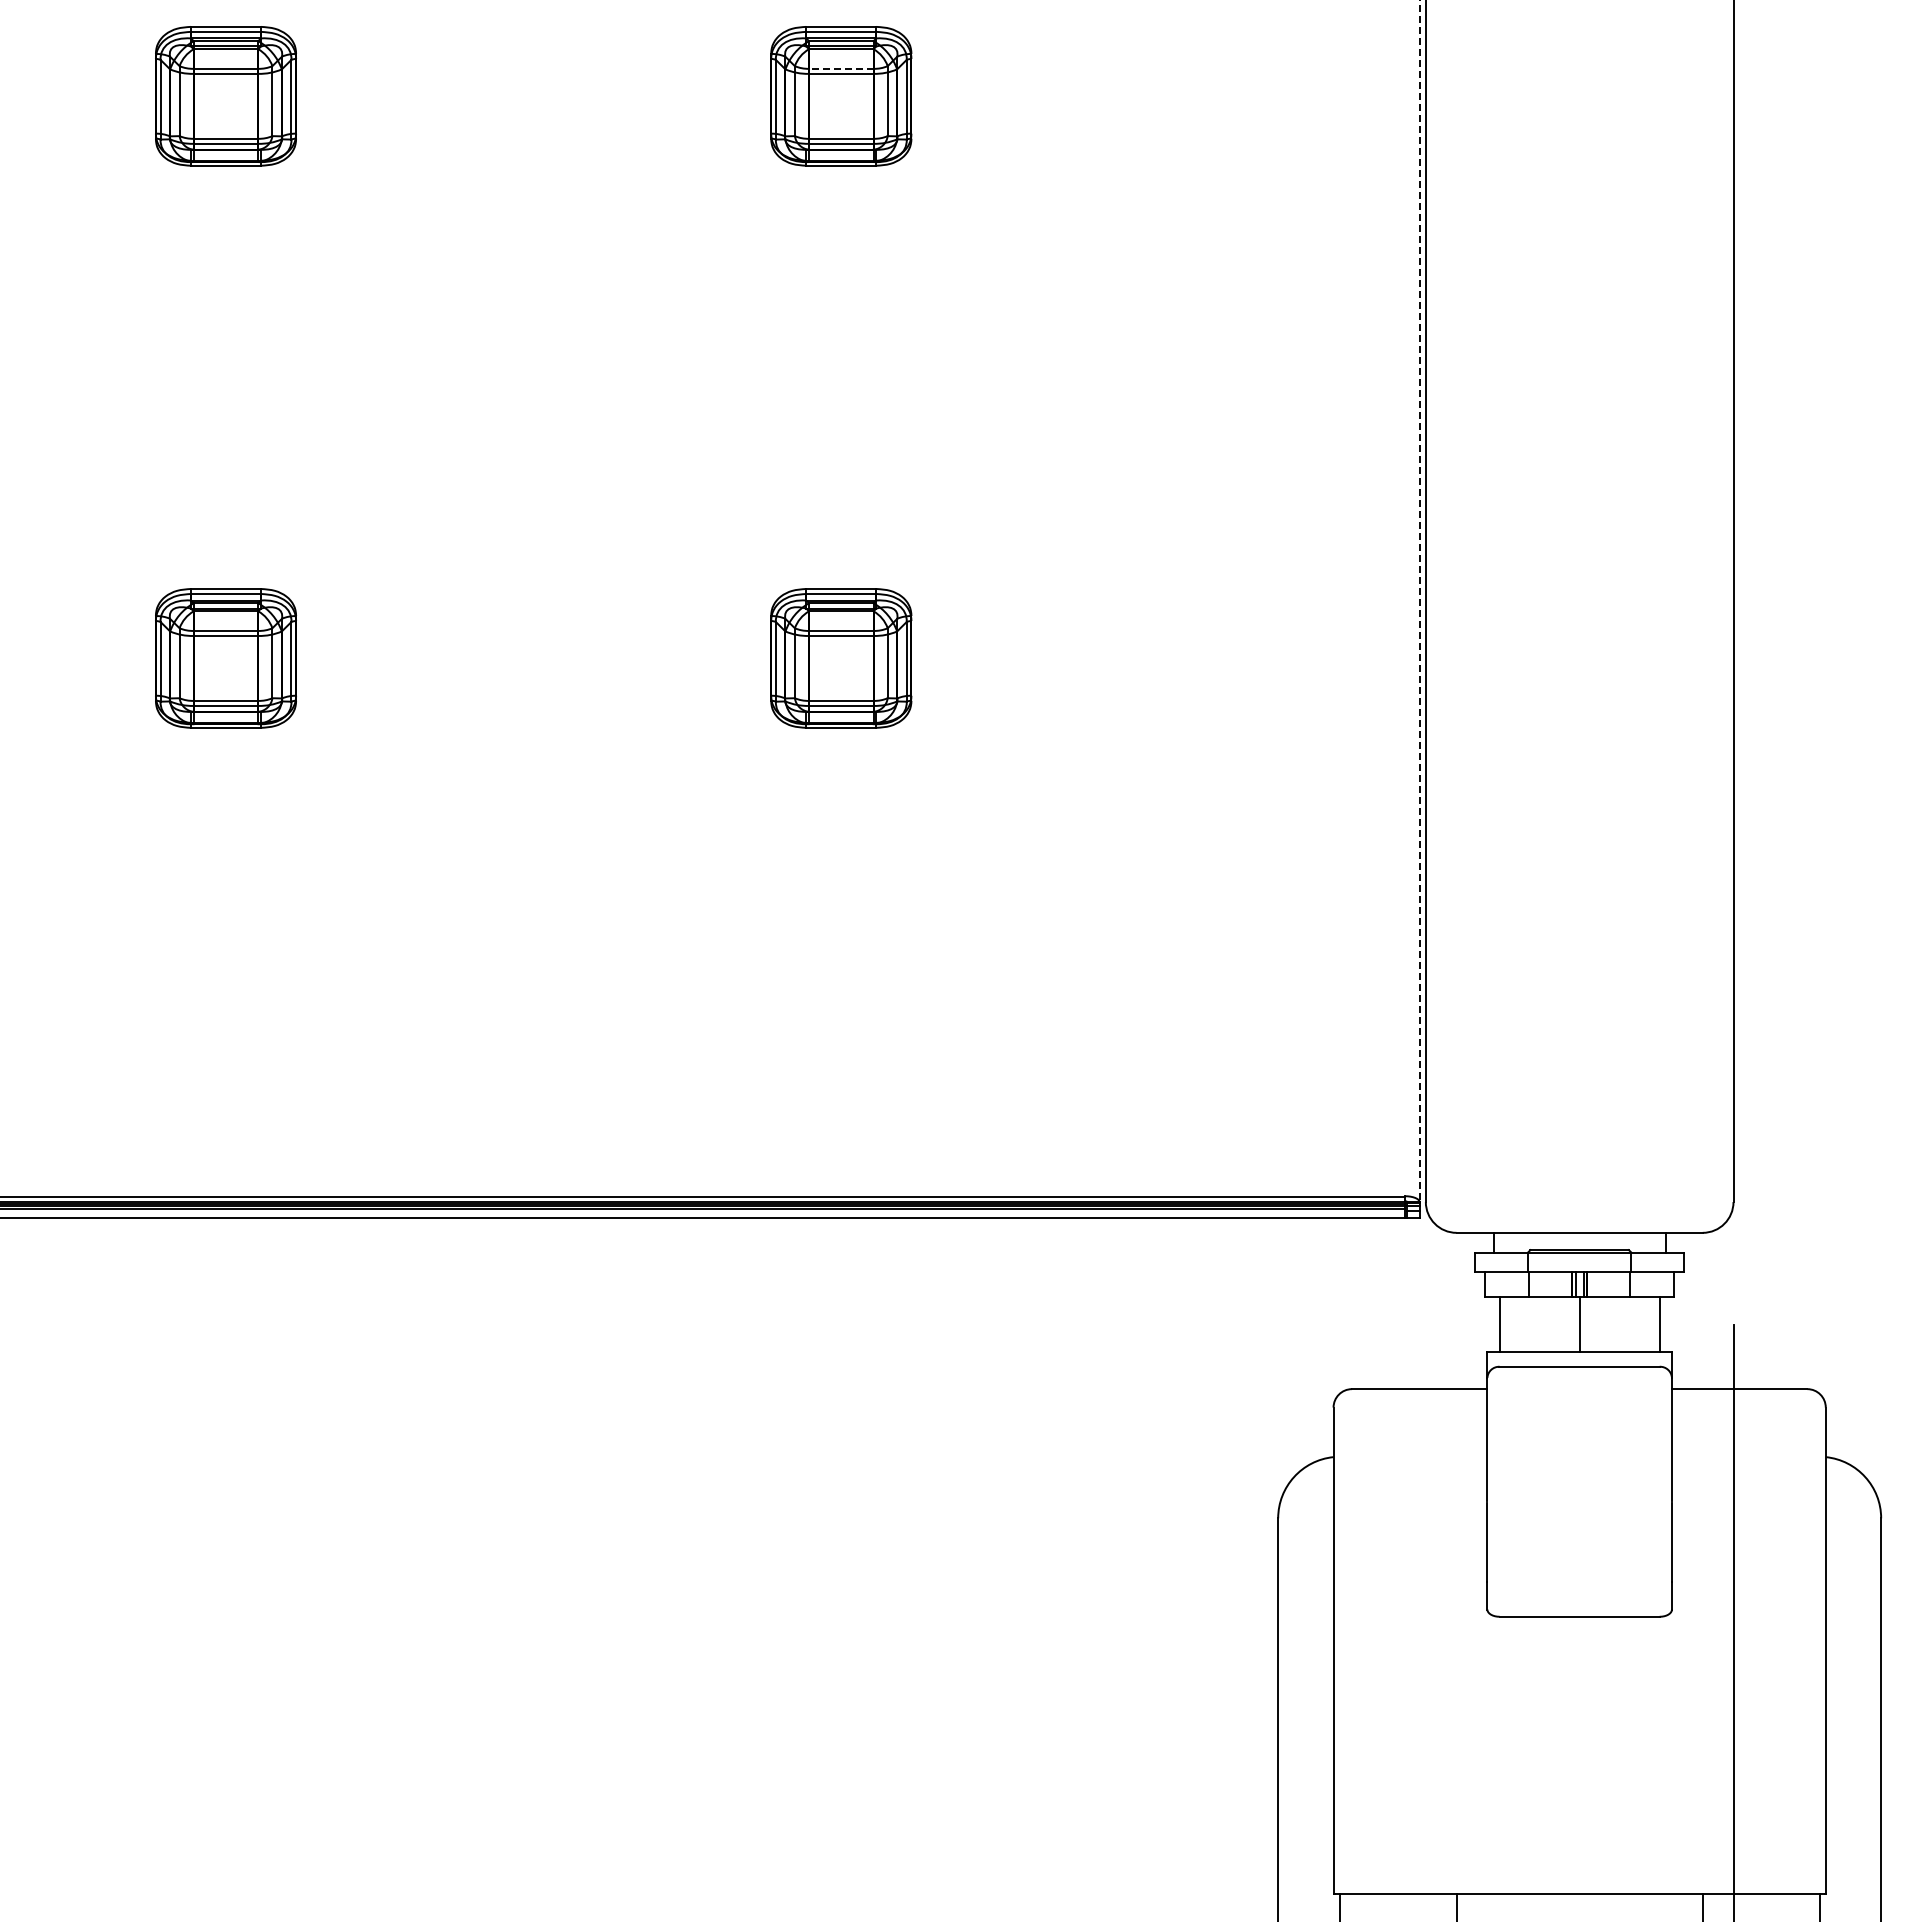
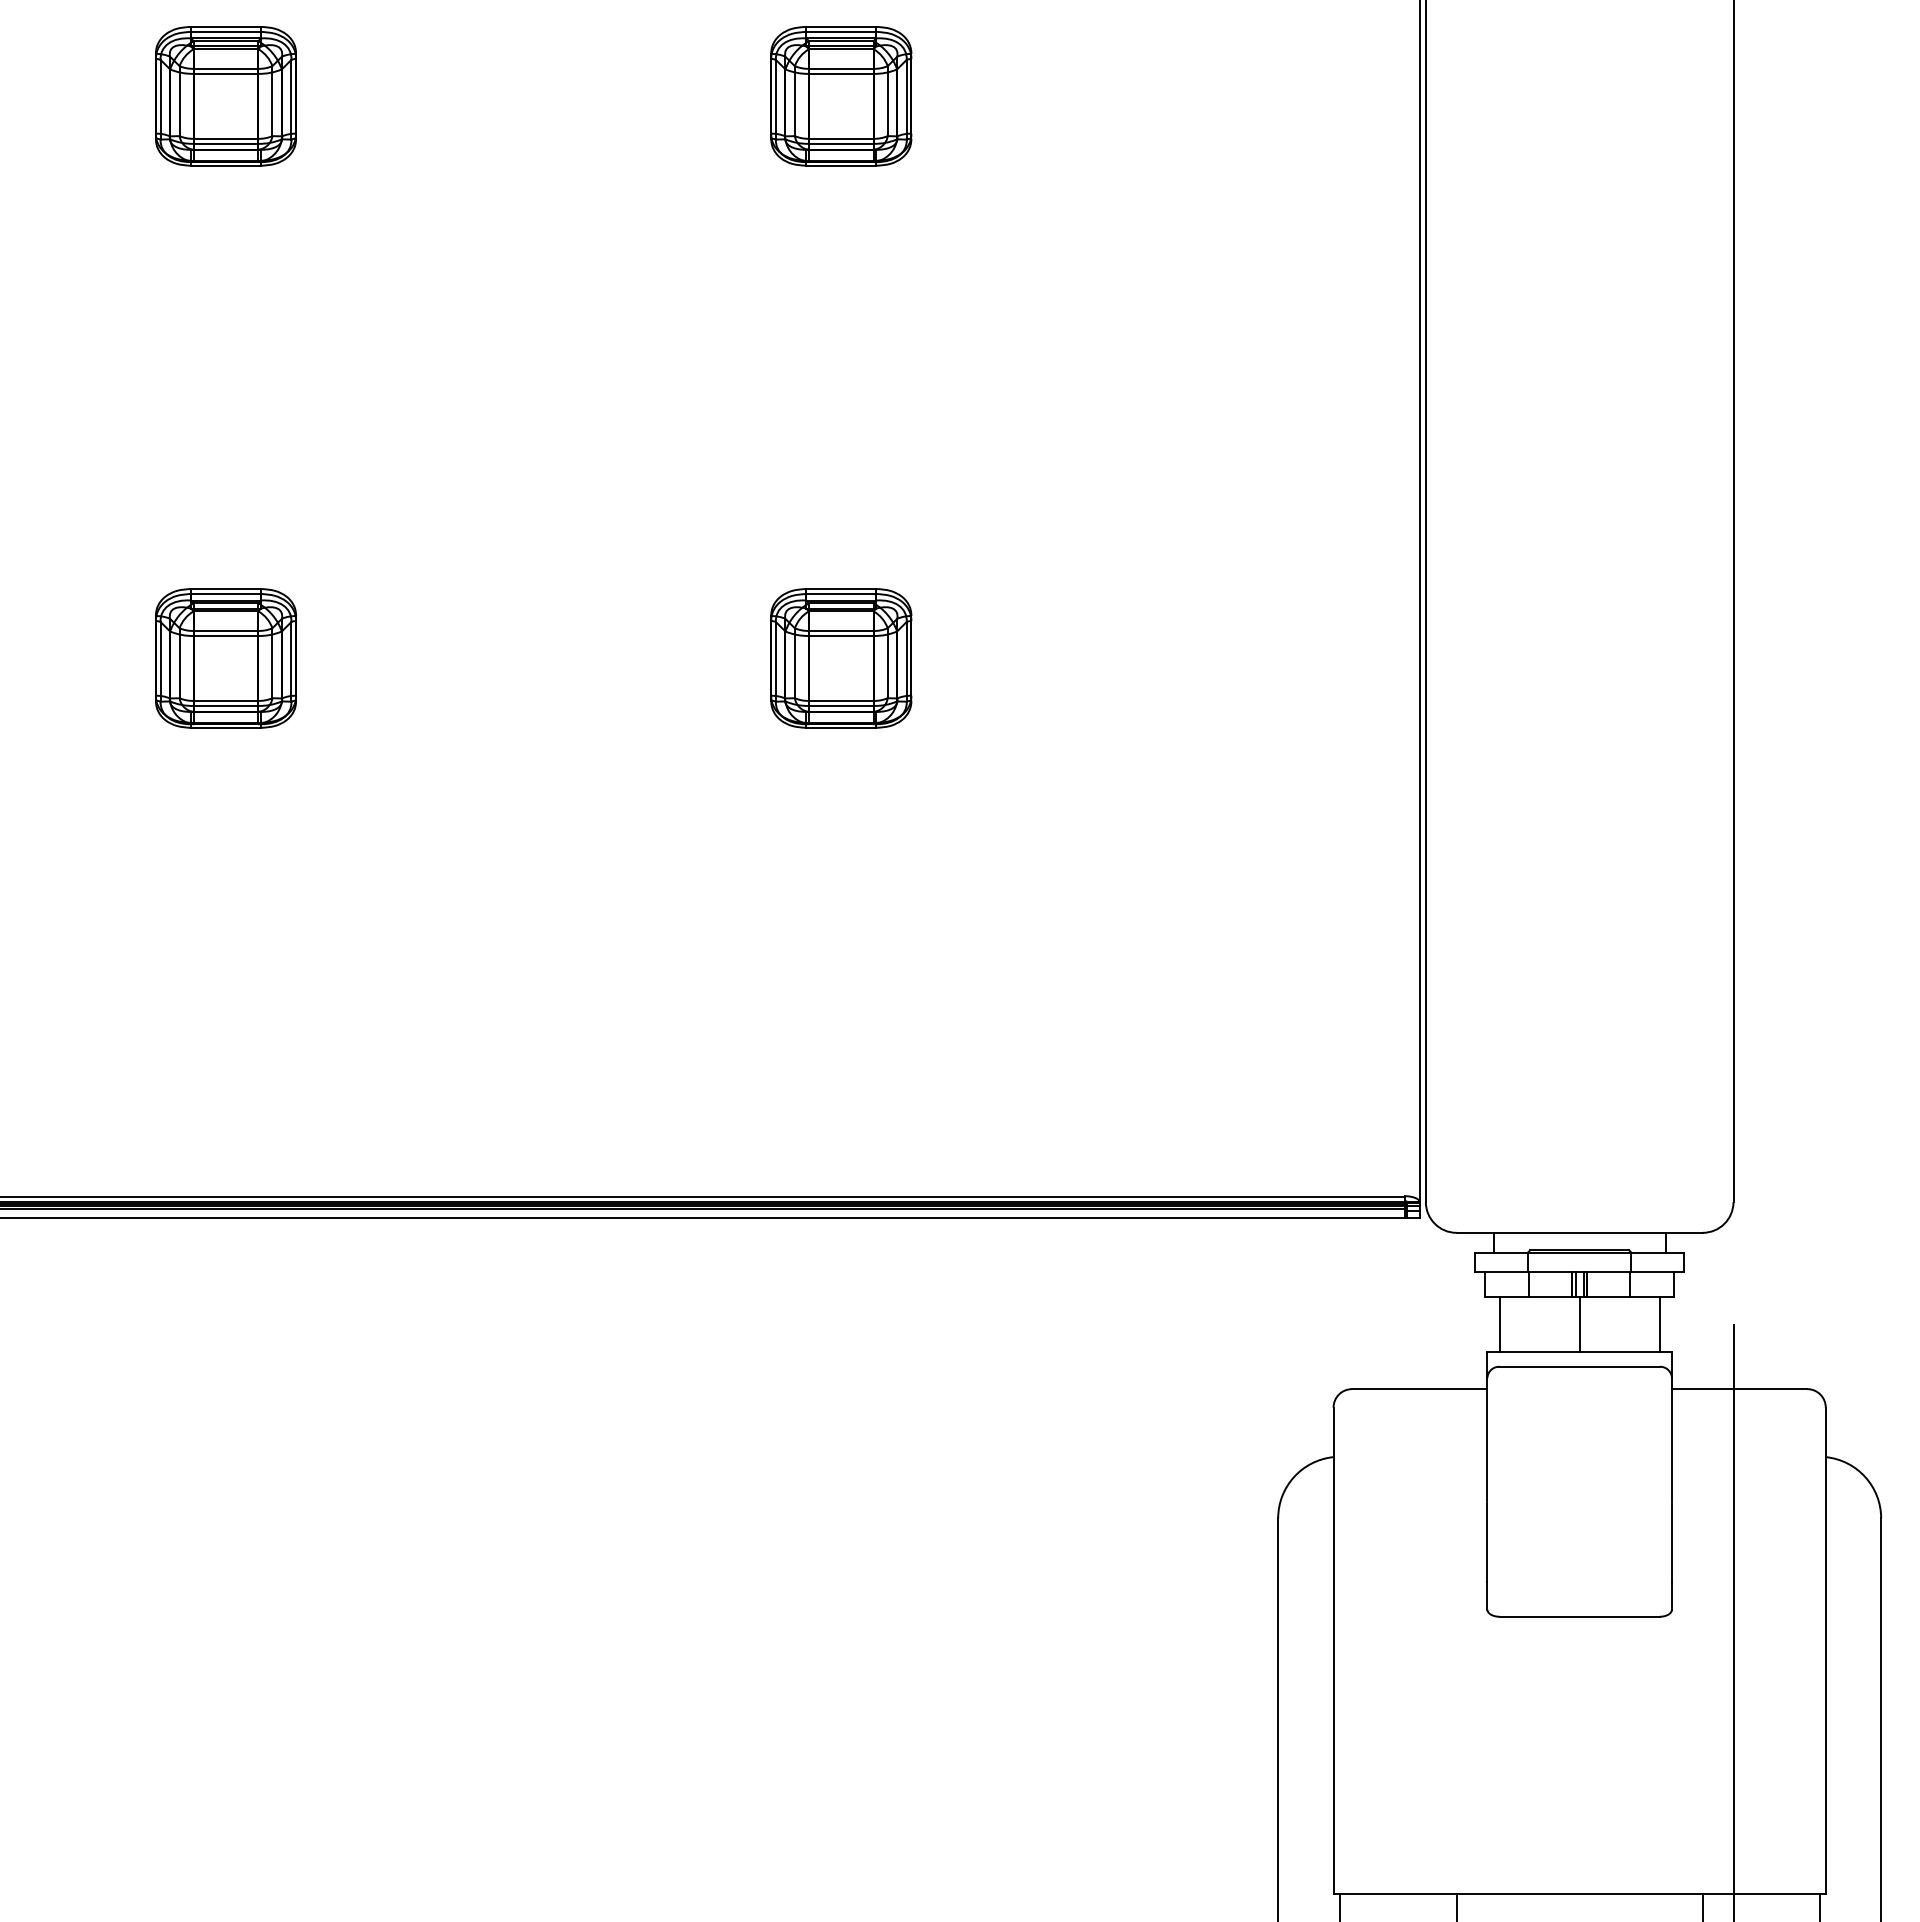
line at (840, 68): dashed -> solid
line at (1419, 601): dashed -> solid
